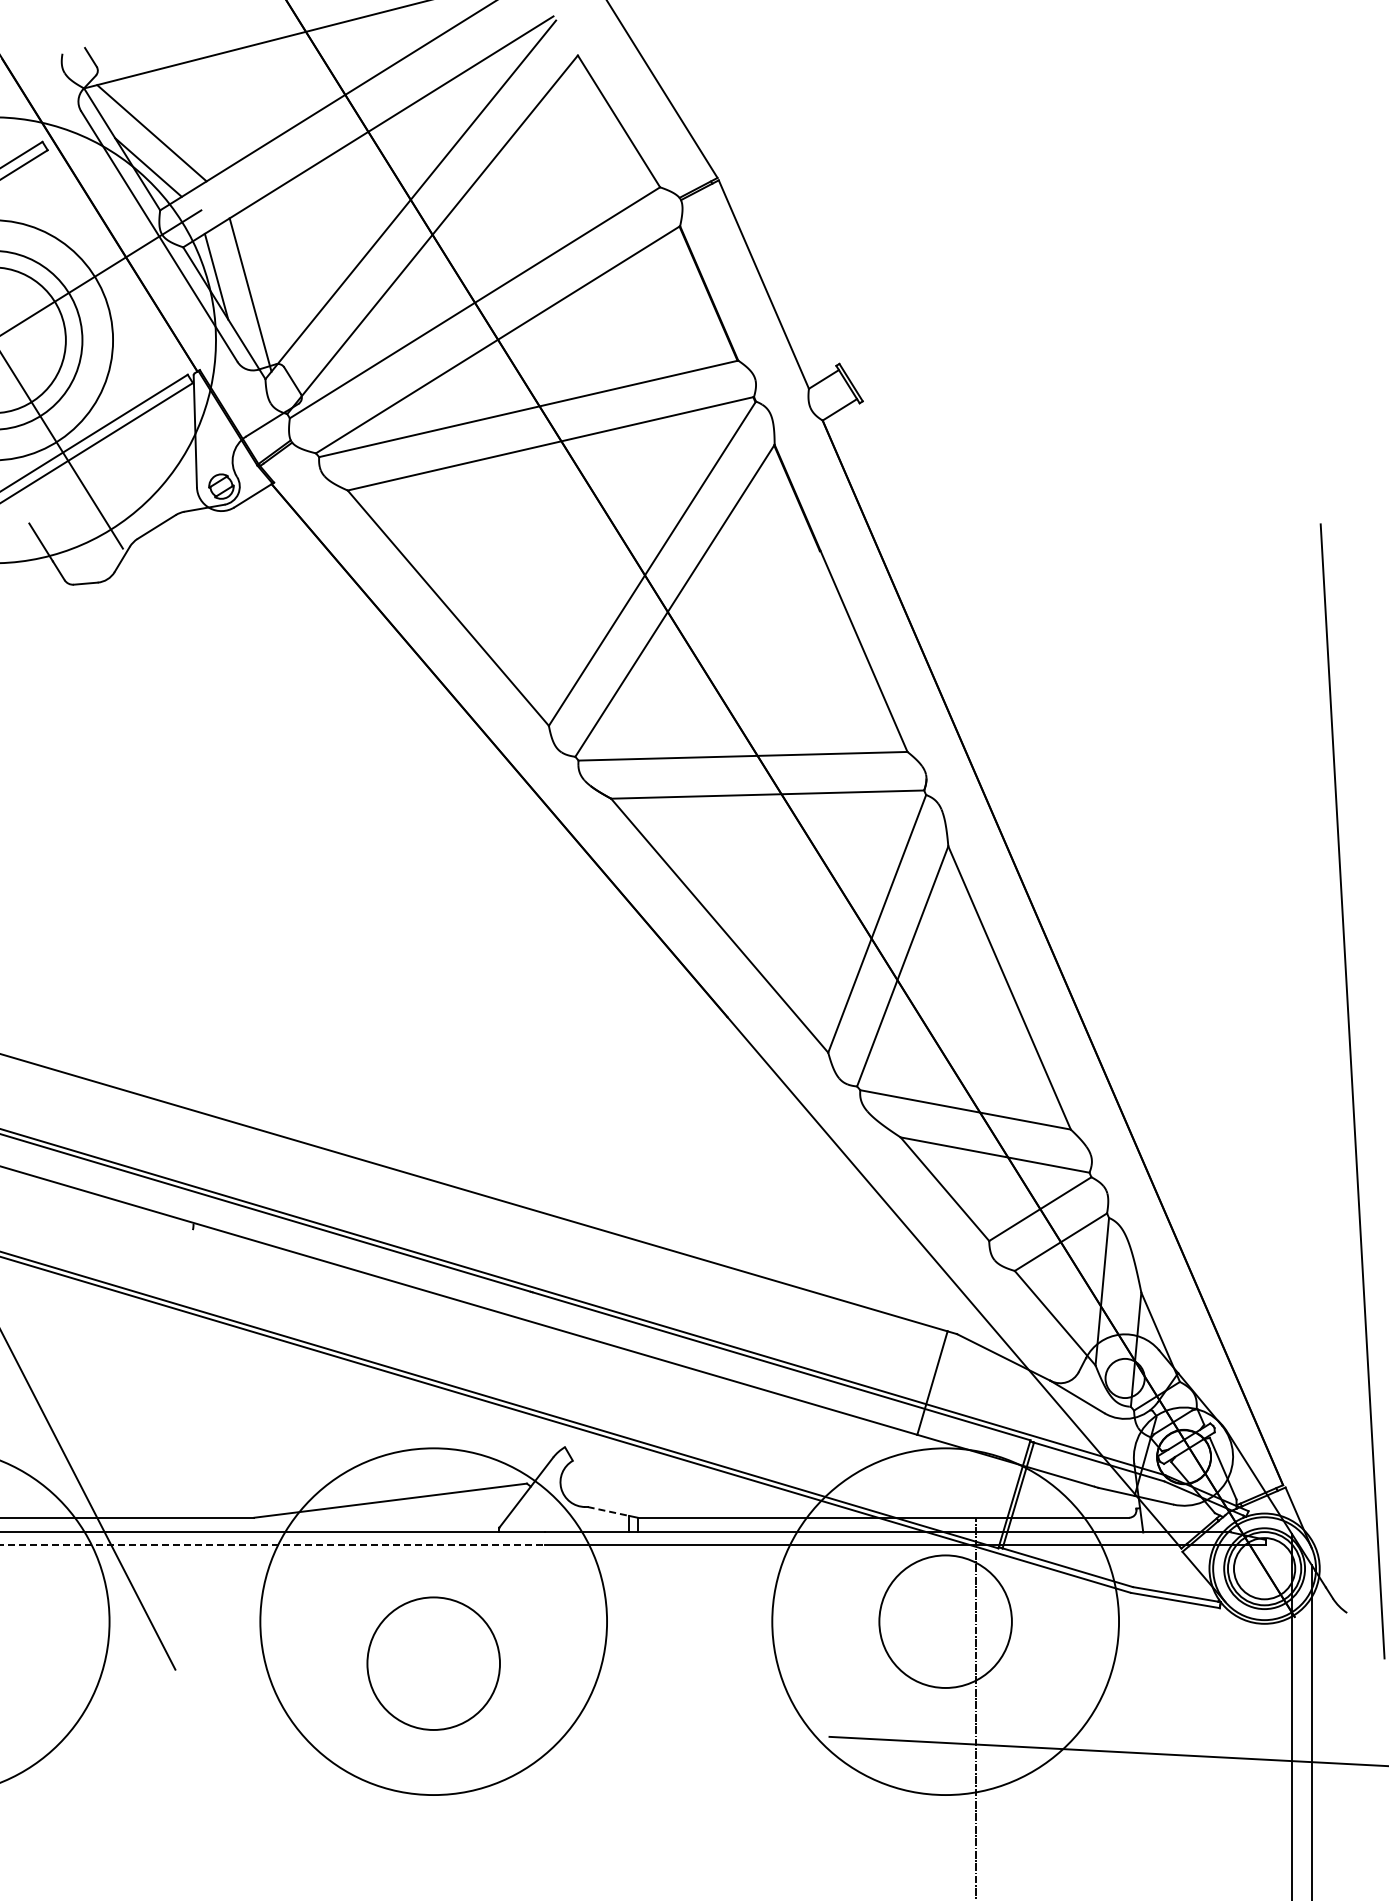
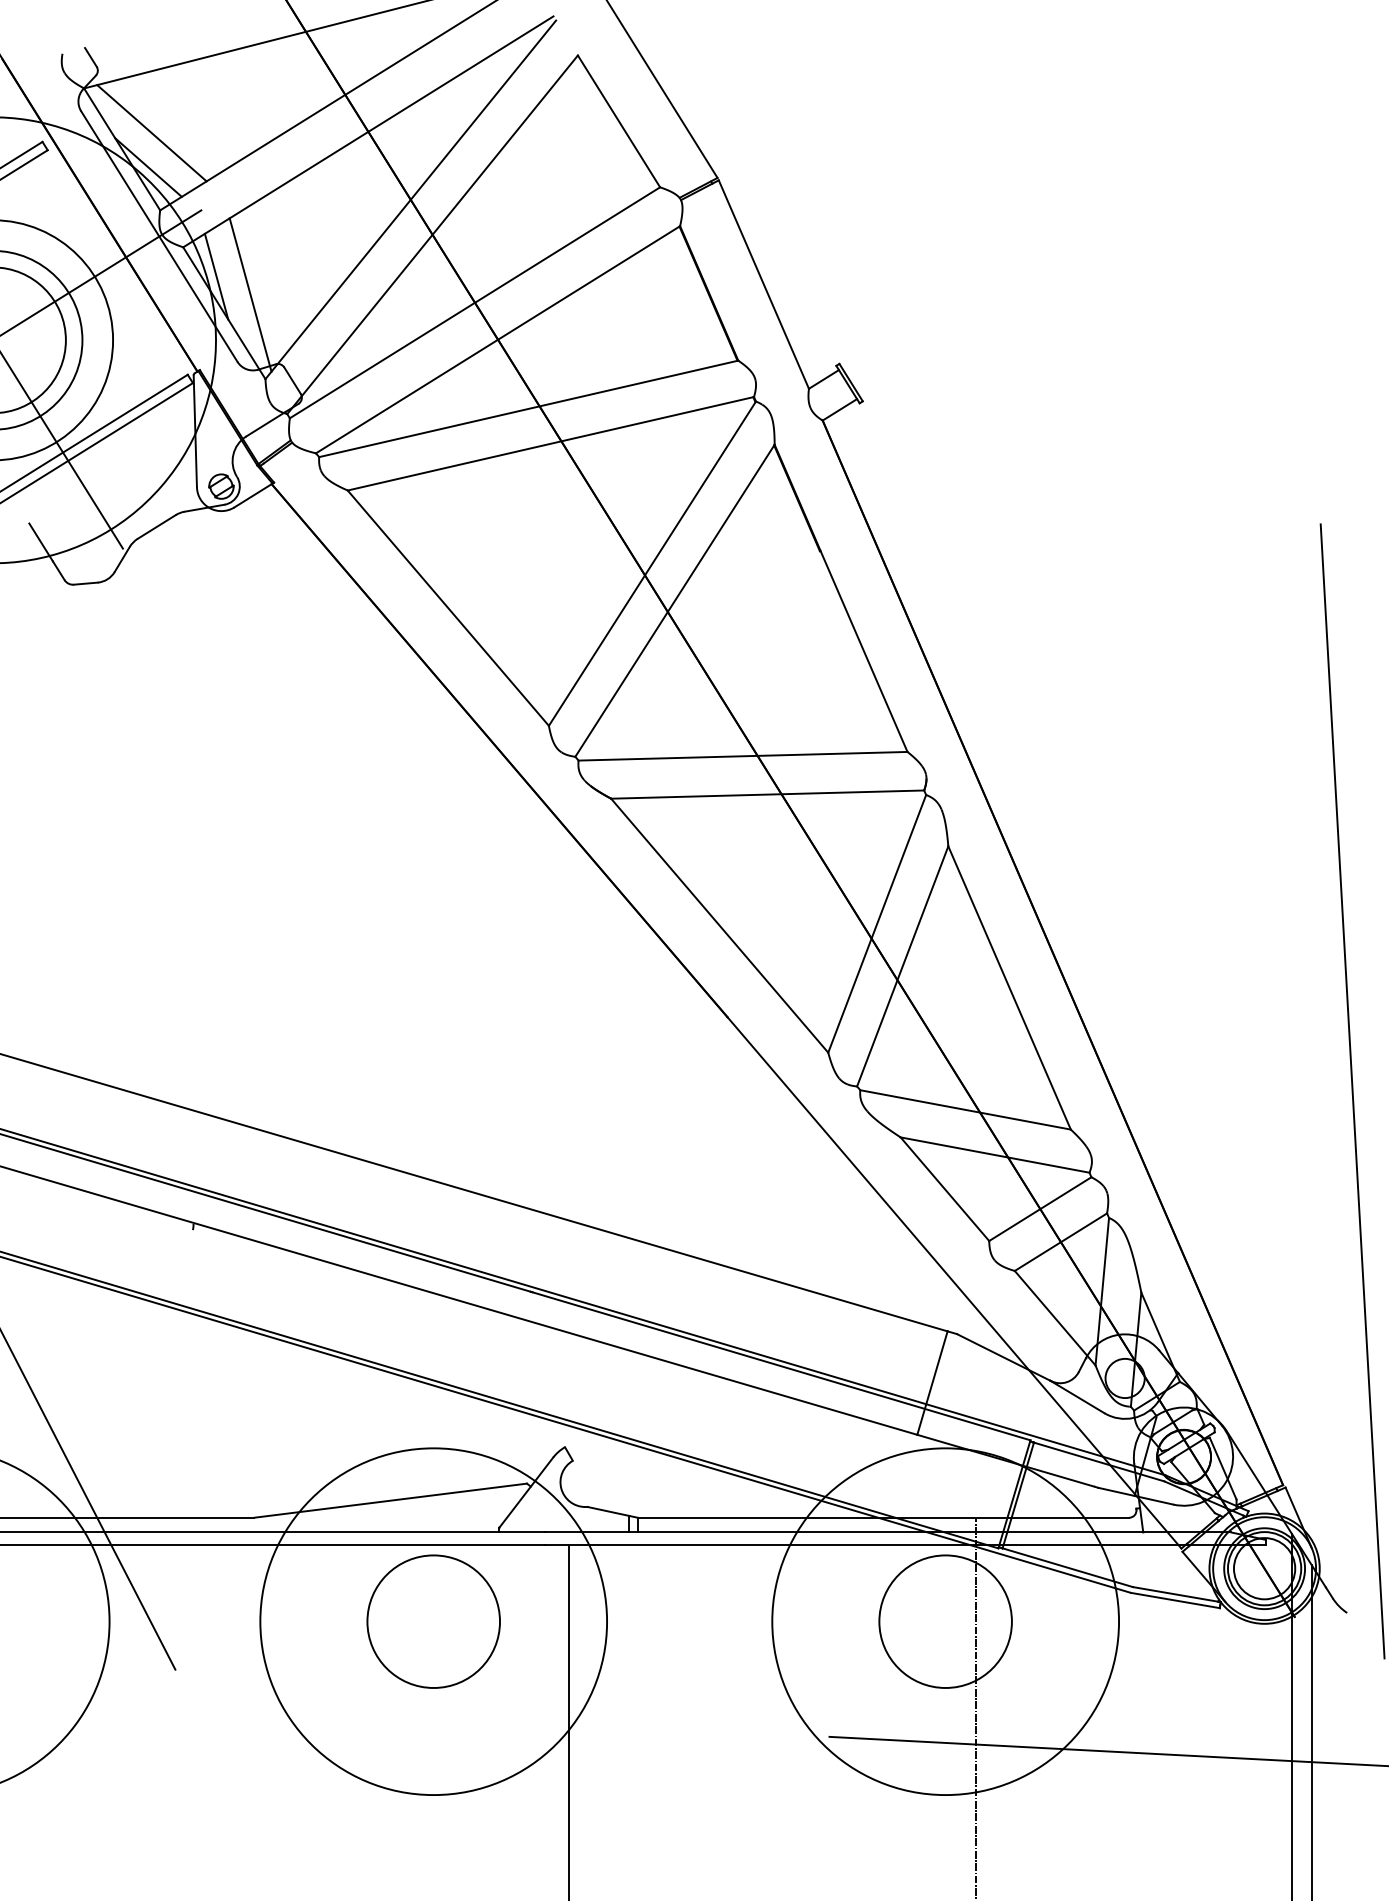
line at (608, 1511): dashed -> solid
line at (272, 1544): dashed -> solid
circle at (433, 1663) position: (433, 1663) -> (433, 1621)
line at (569, 1720): none -> present
